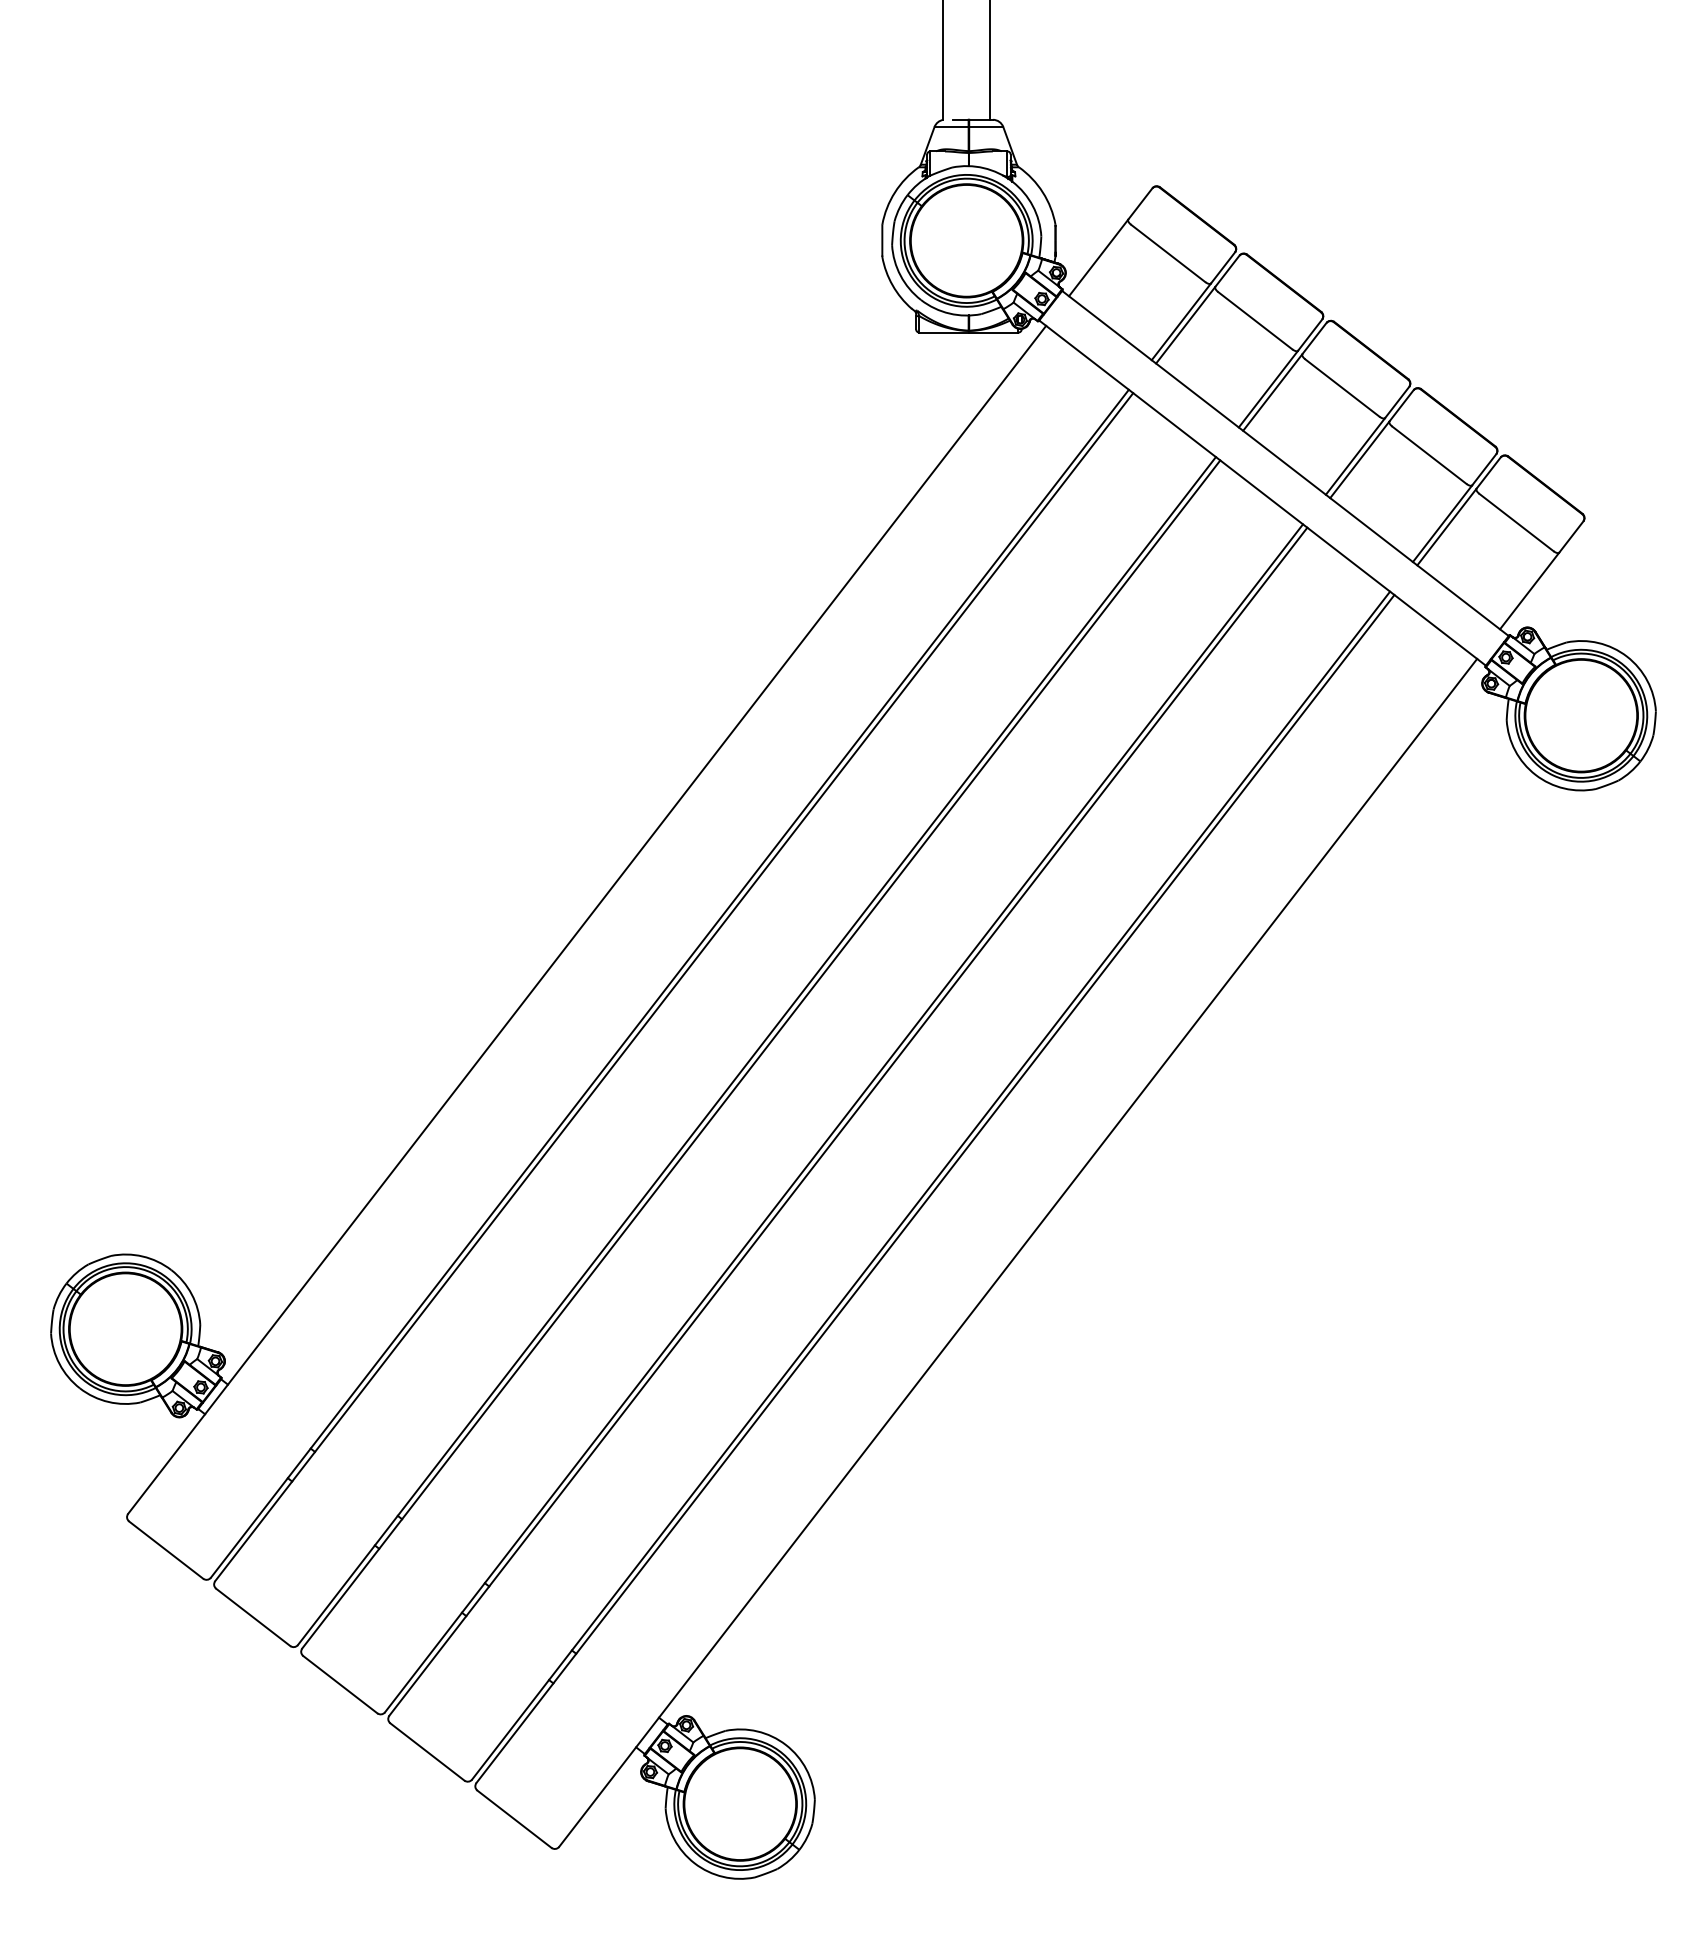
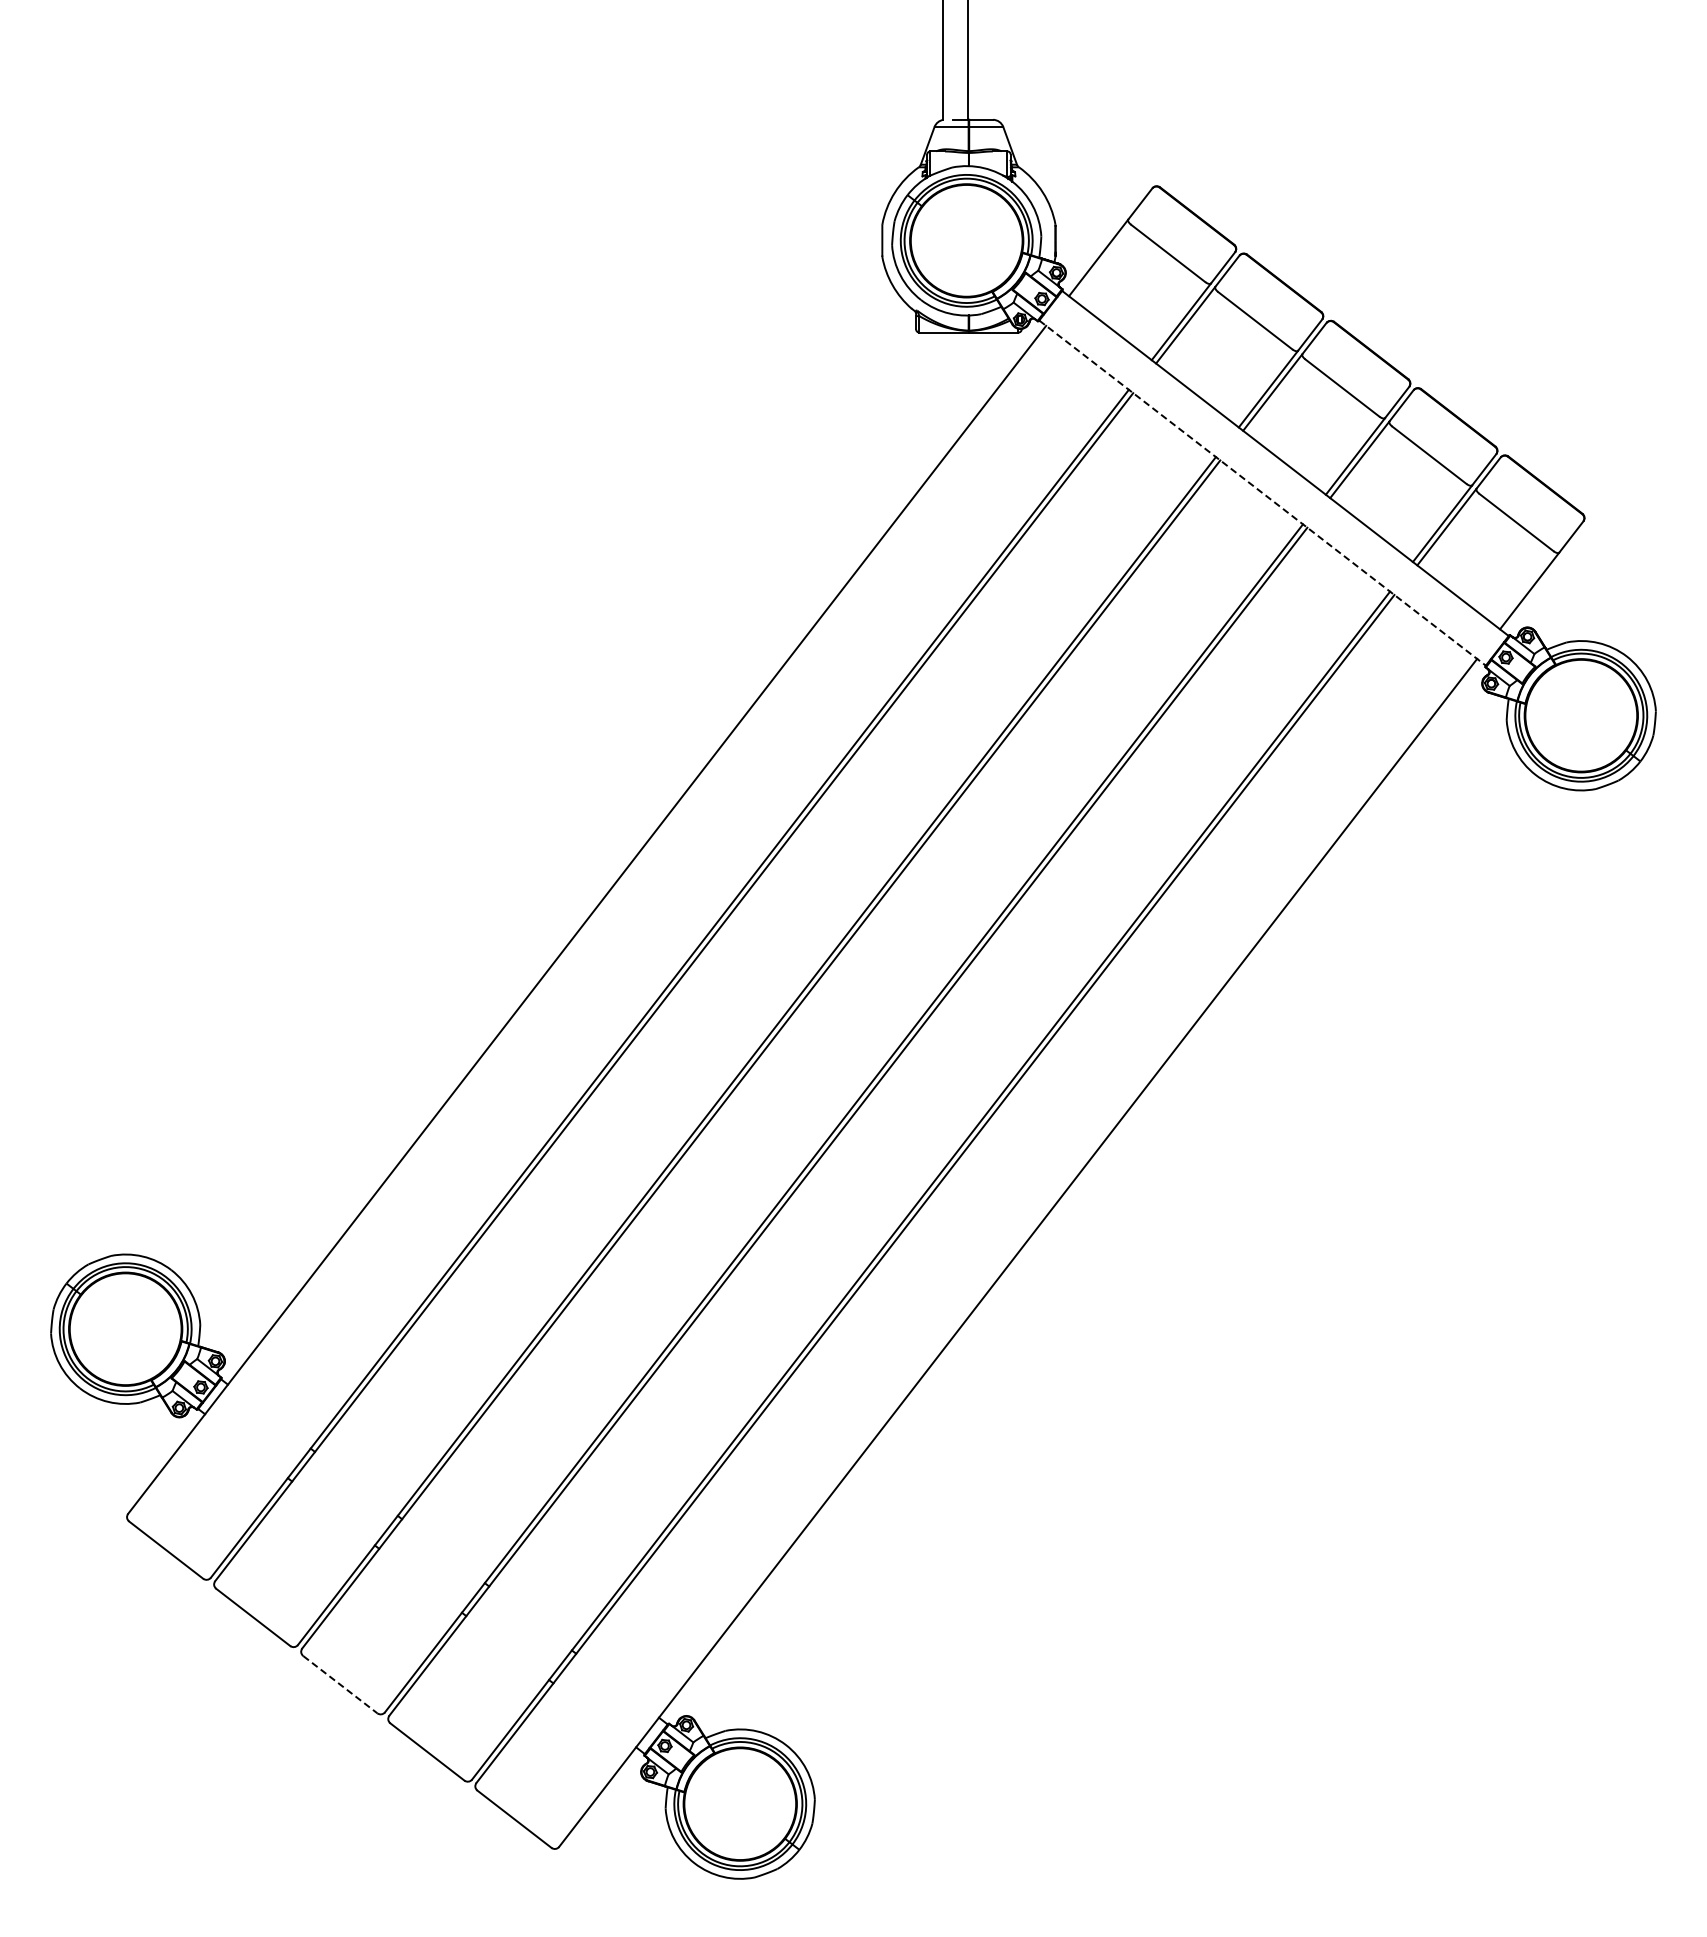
line at (990, 60) position: (990, 60) -> (968, 60)
line at (1262, 493): solid -> dashed
line at (340, 1684): solid -> dashed
